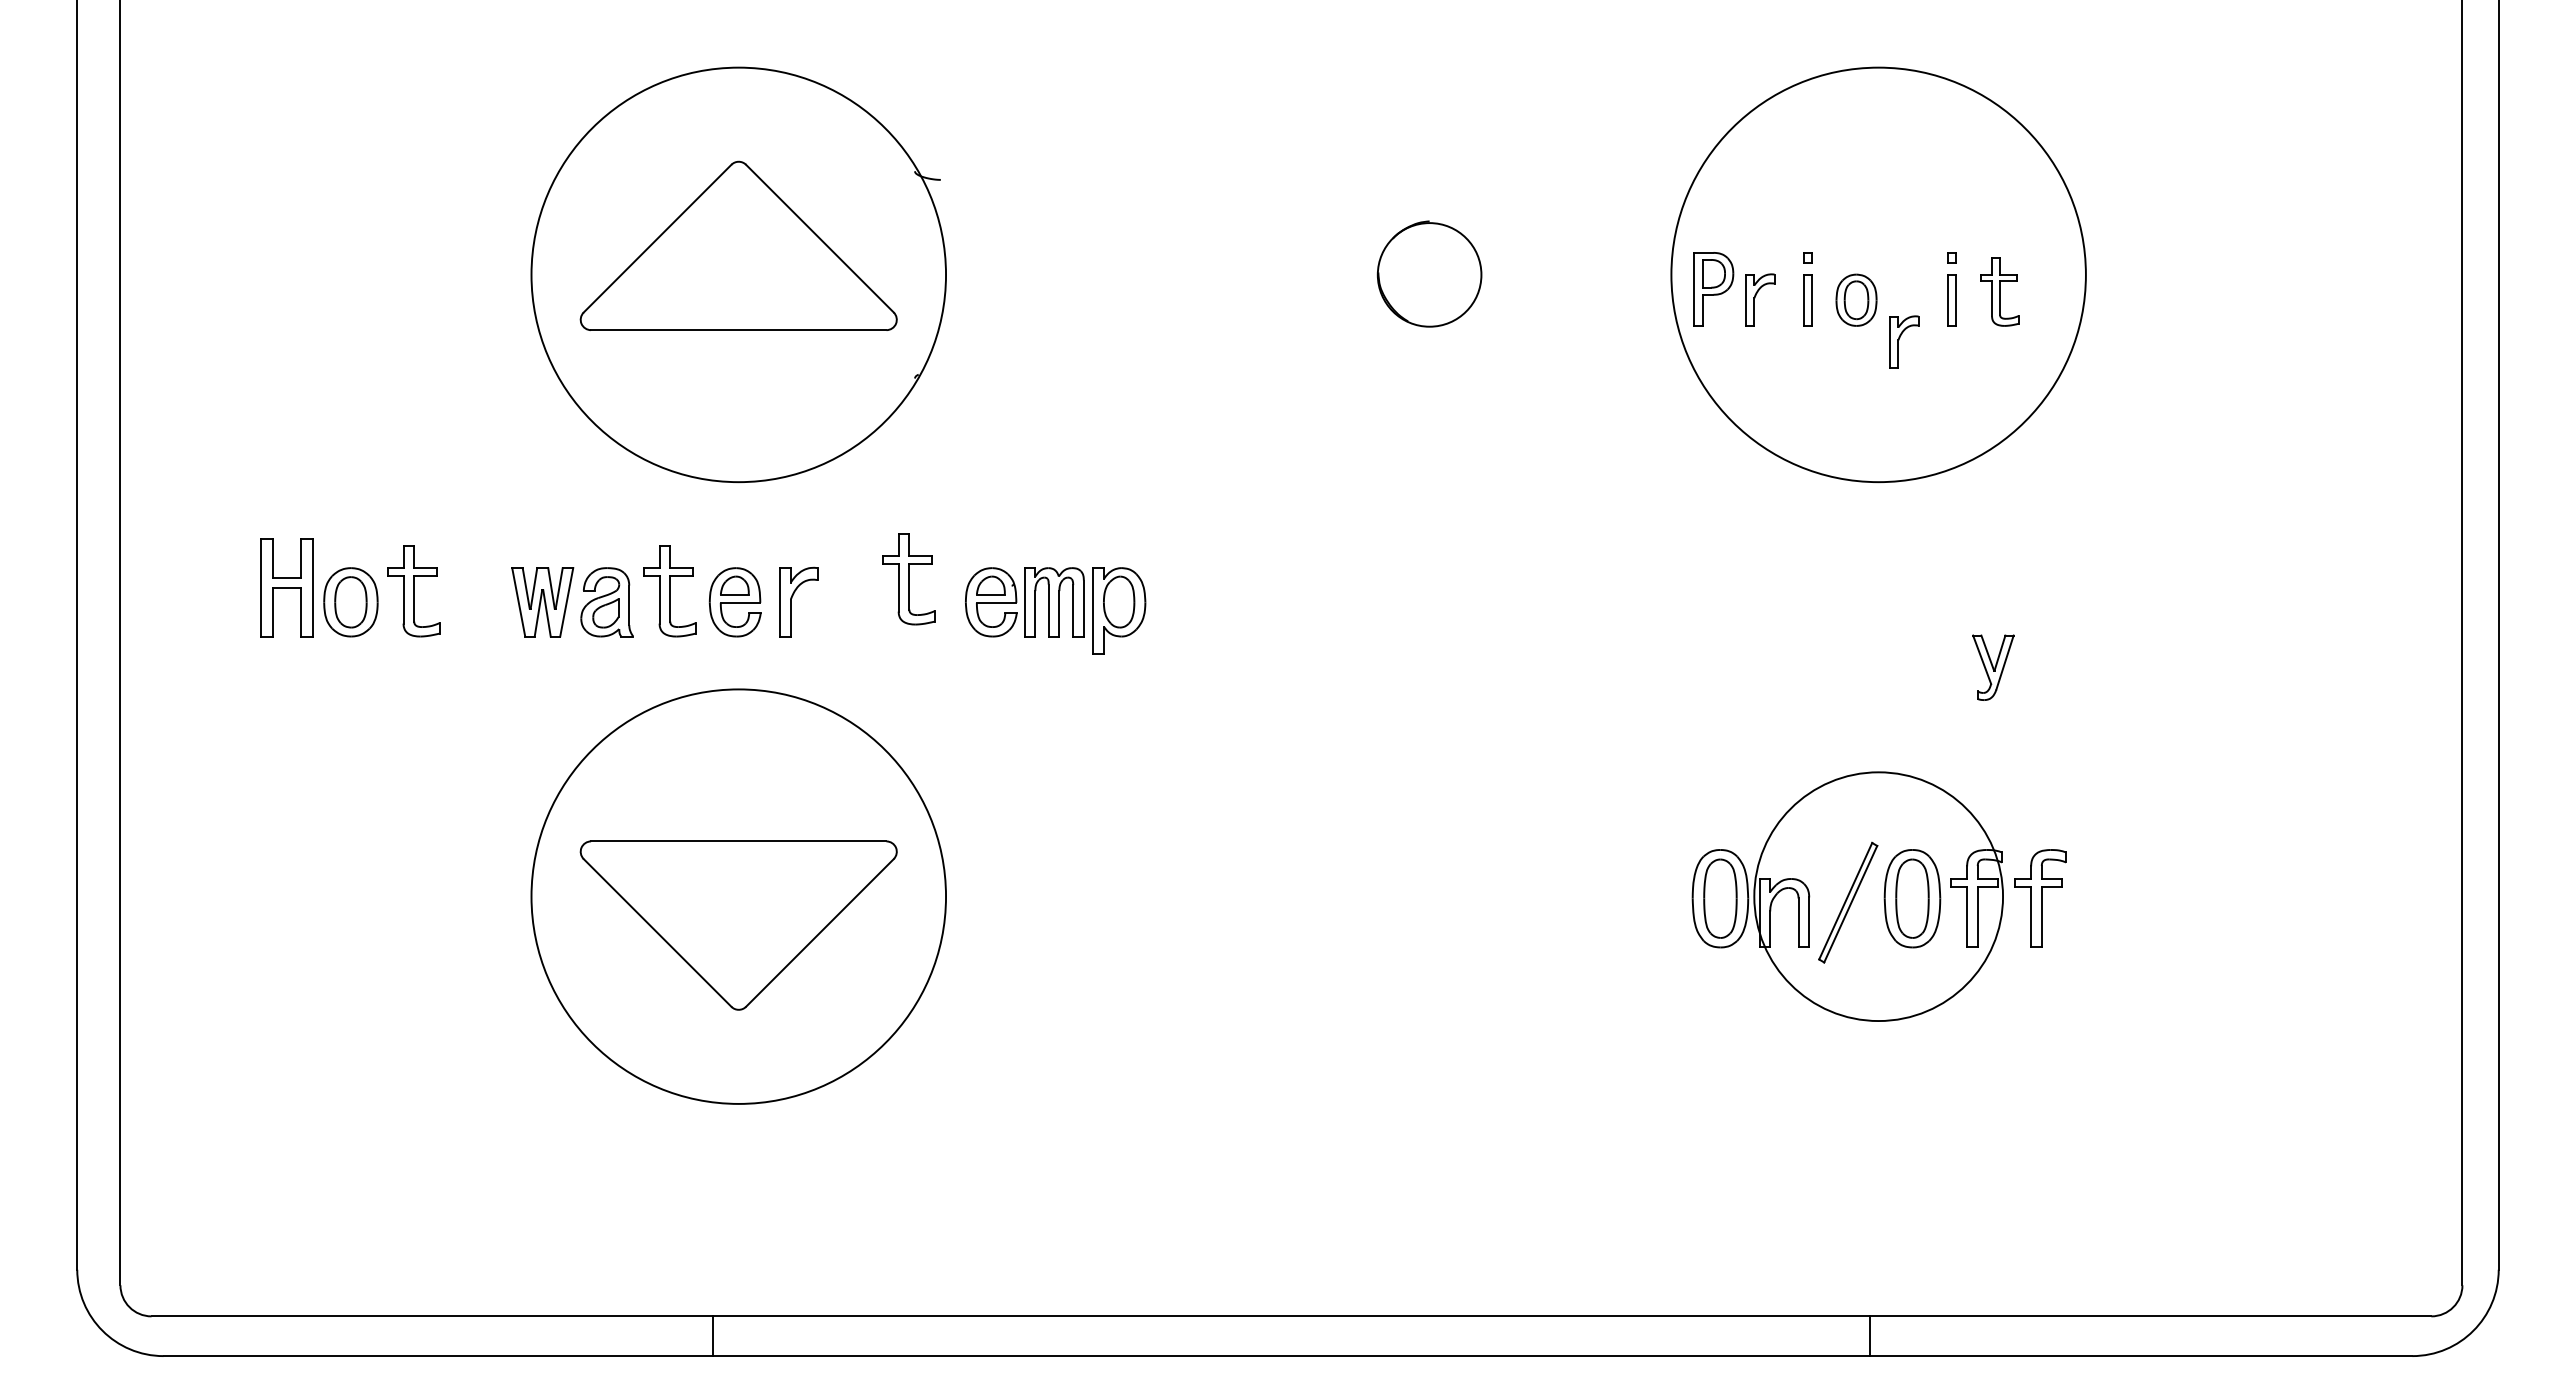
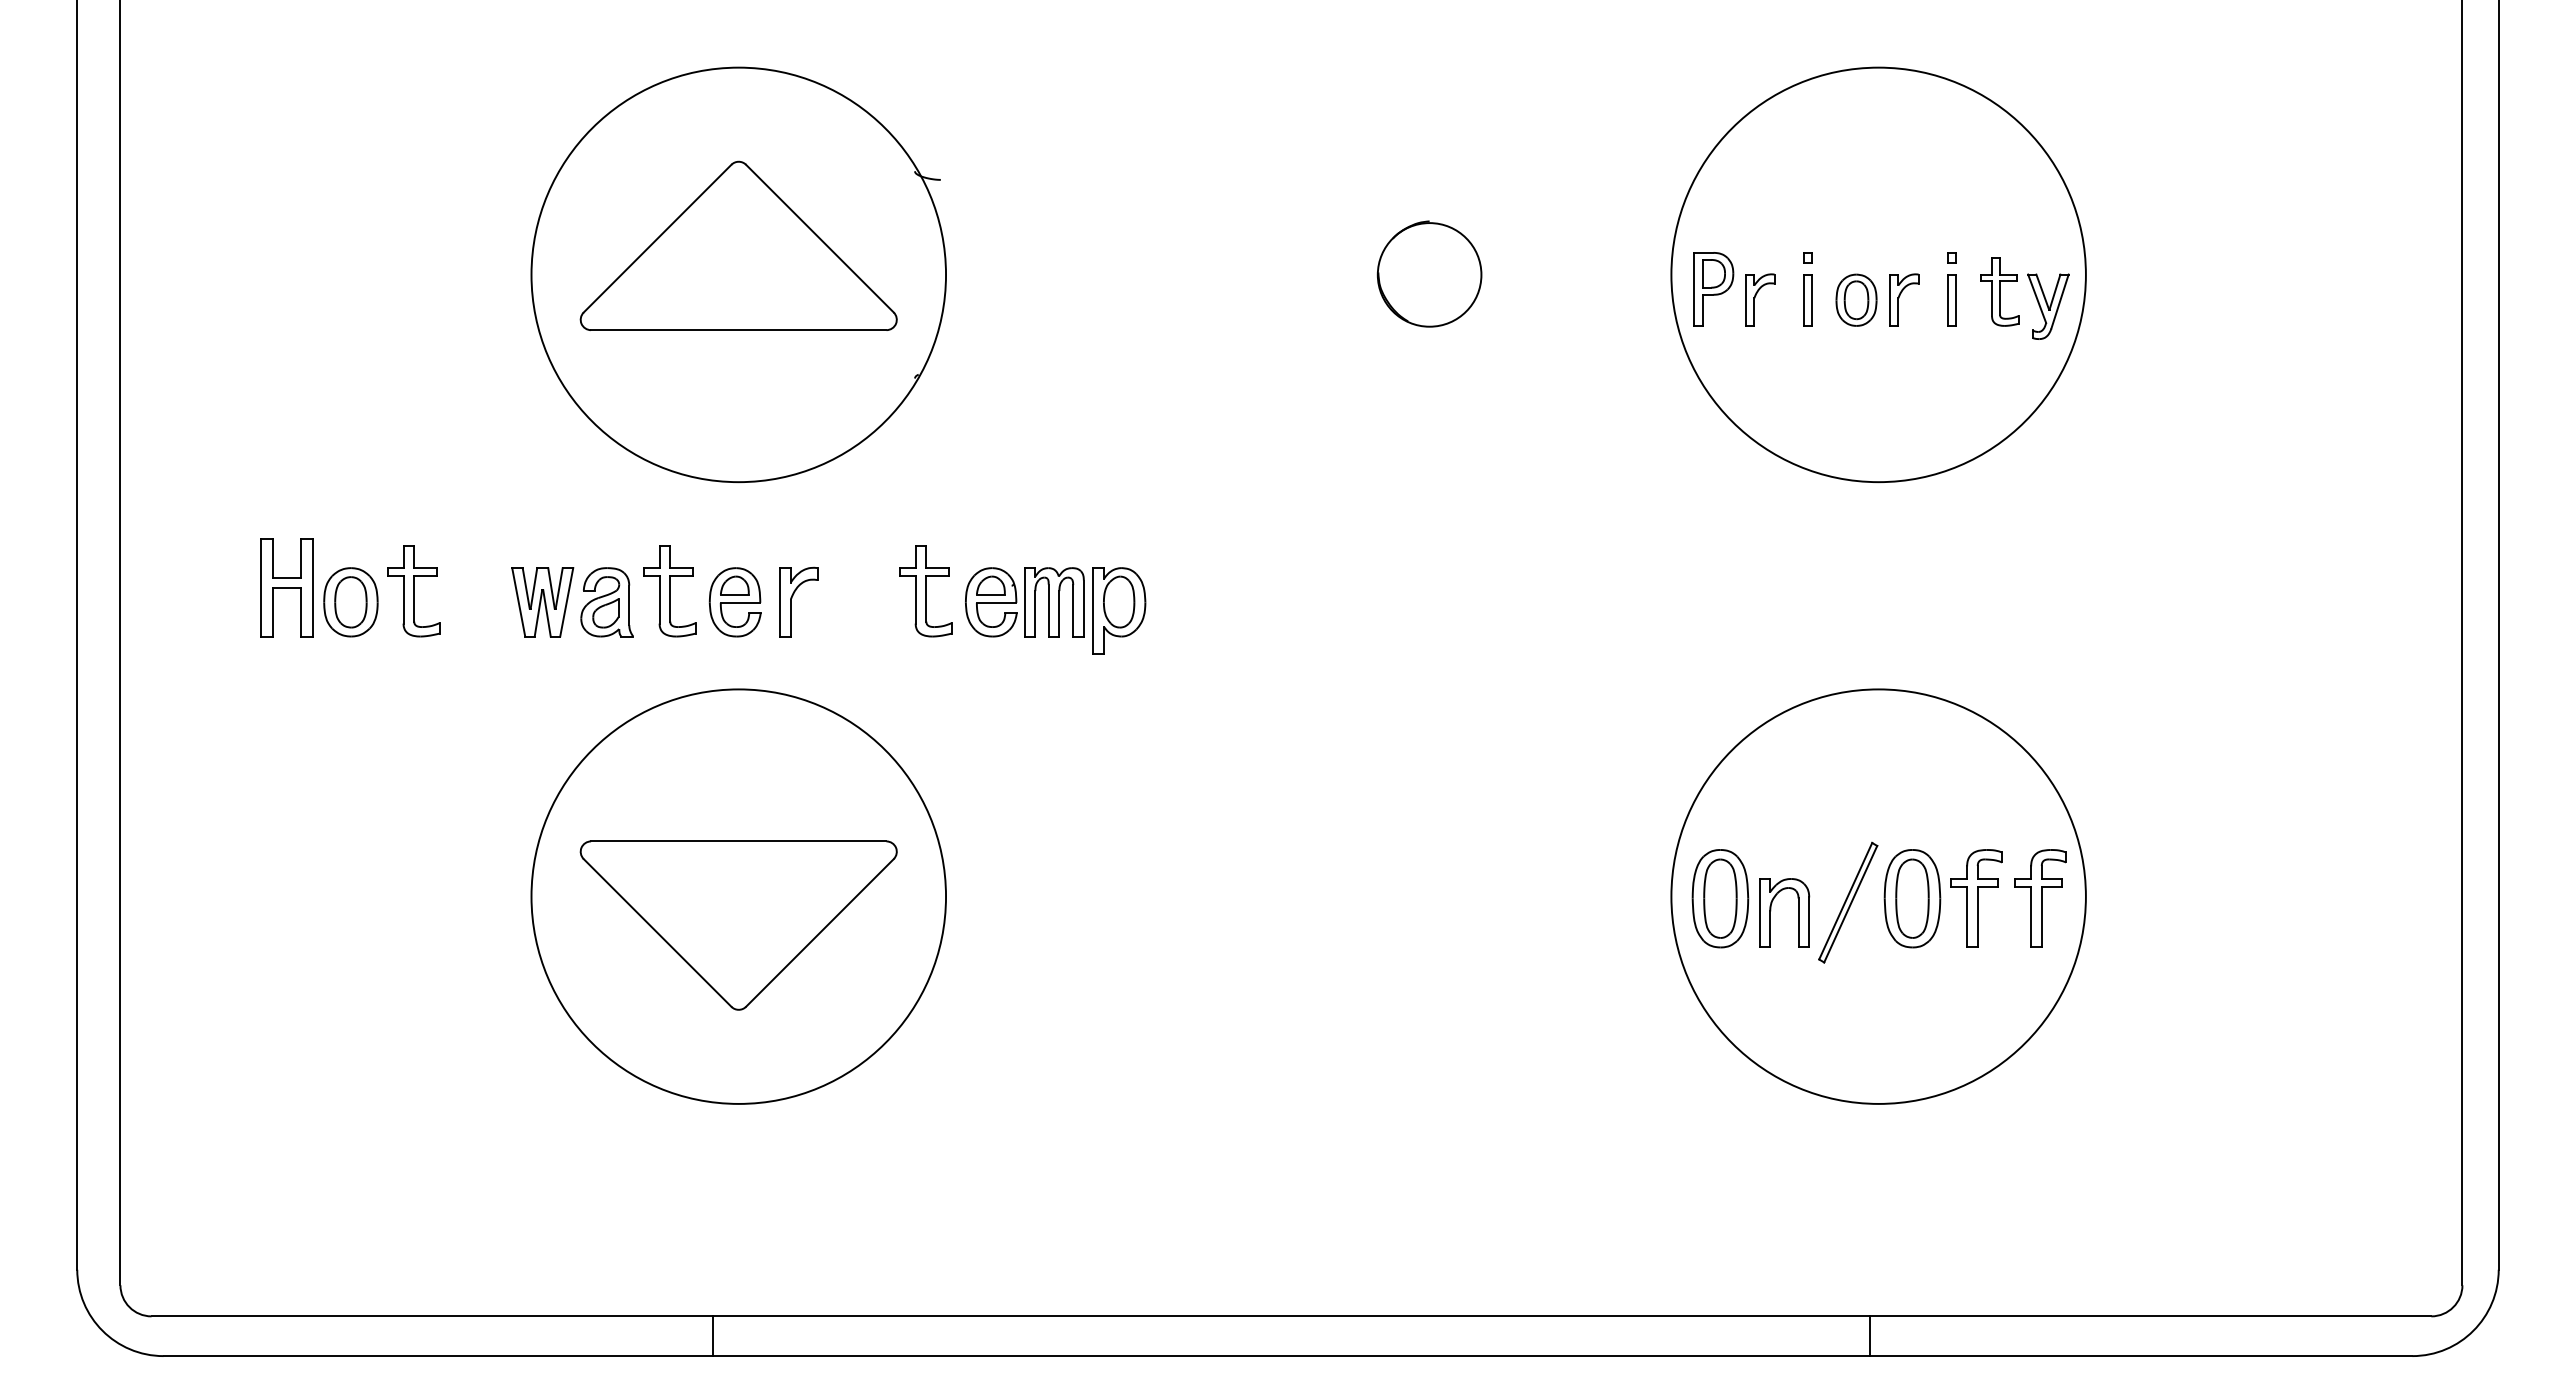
part at (1904, 341) position: (1904, 341) -> (1904, 299)
part at (908, 579) position: (908, 579) -> (925, 591)
part at (1993, 667) position: (1993, 667) -> (2048, 306)
circle at (1878, 896) diameter: 249 px -> 415 px
